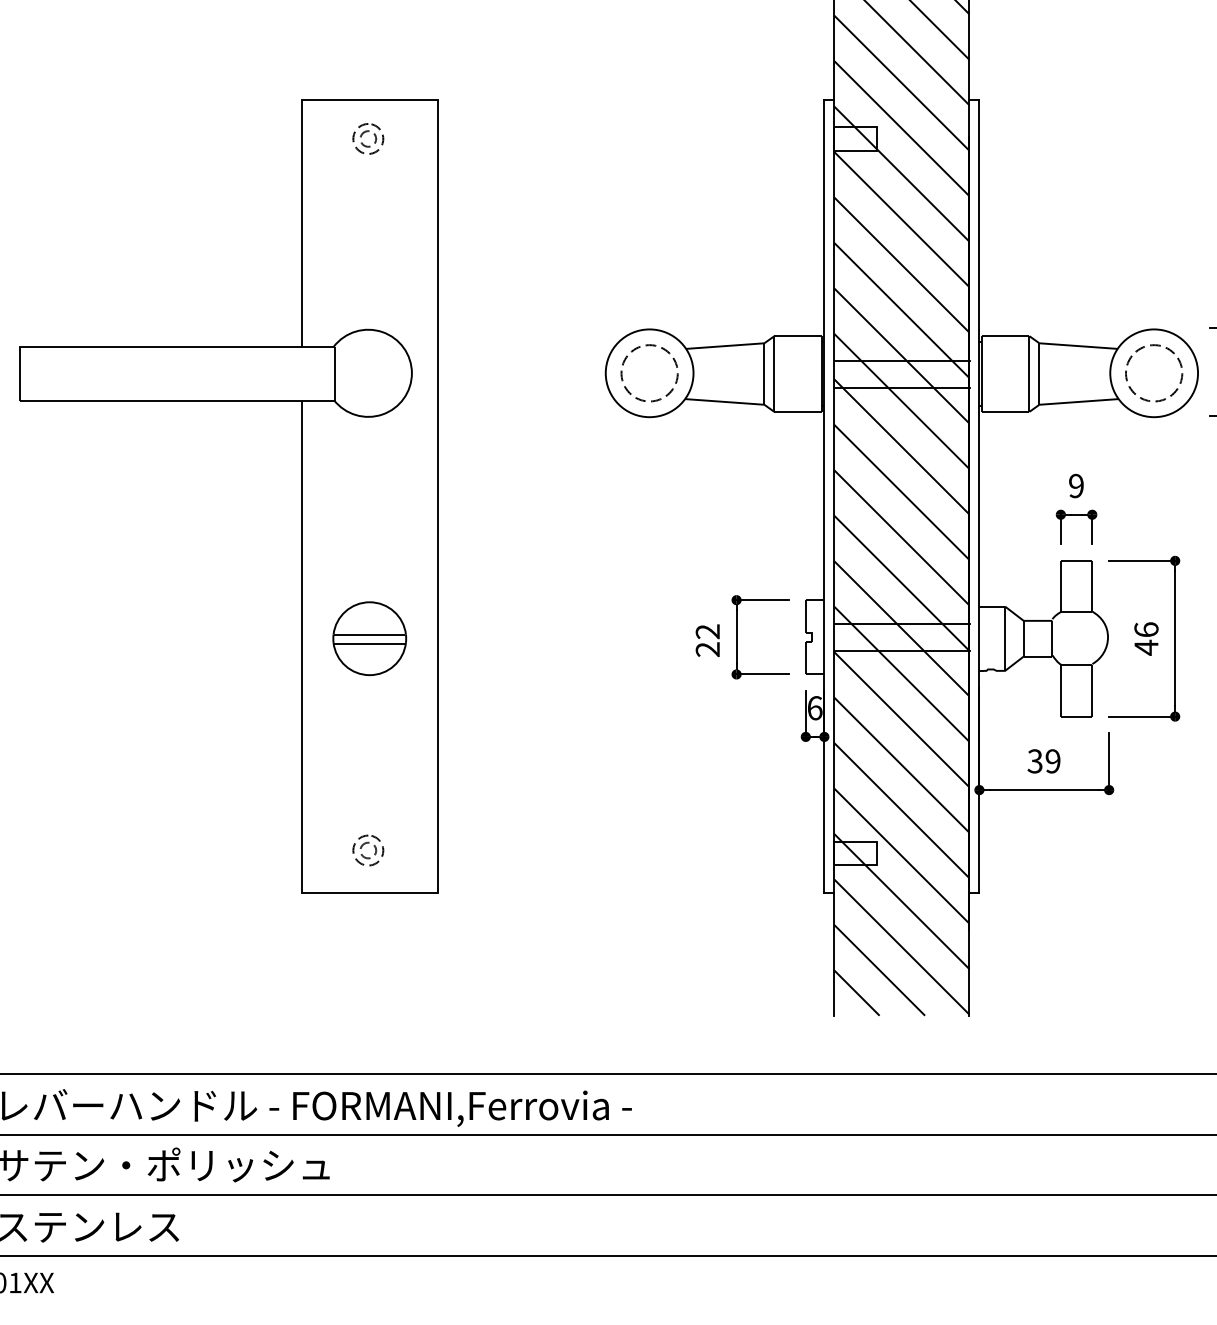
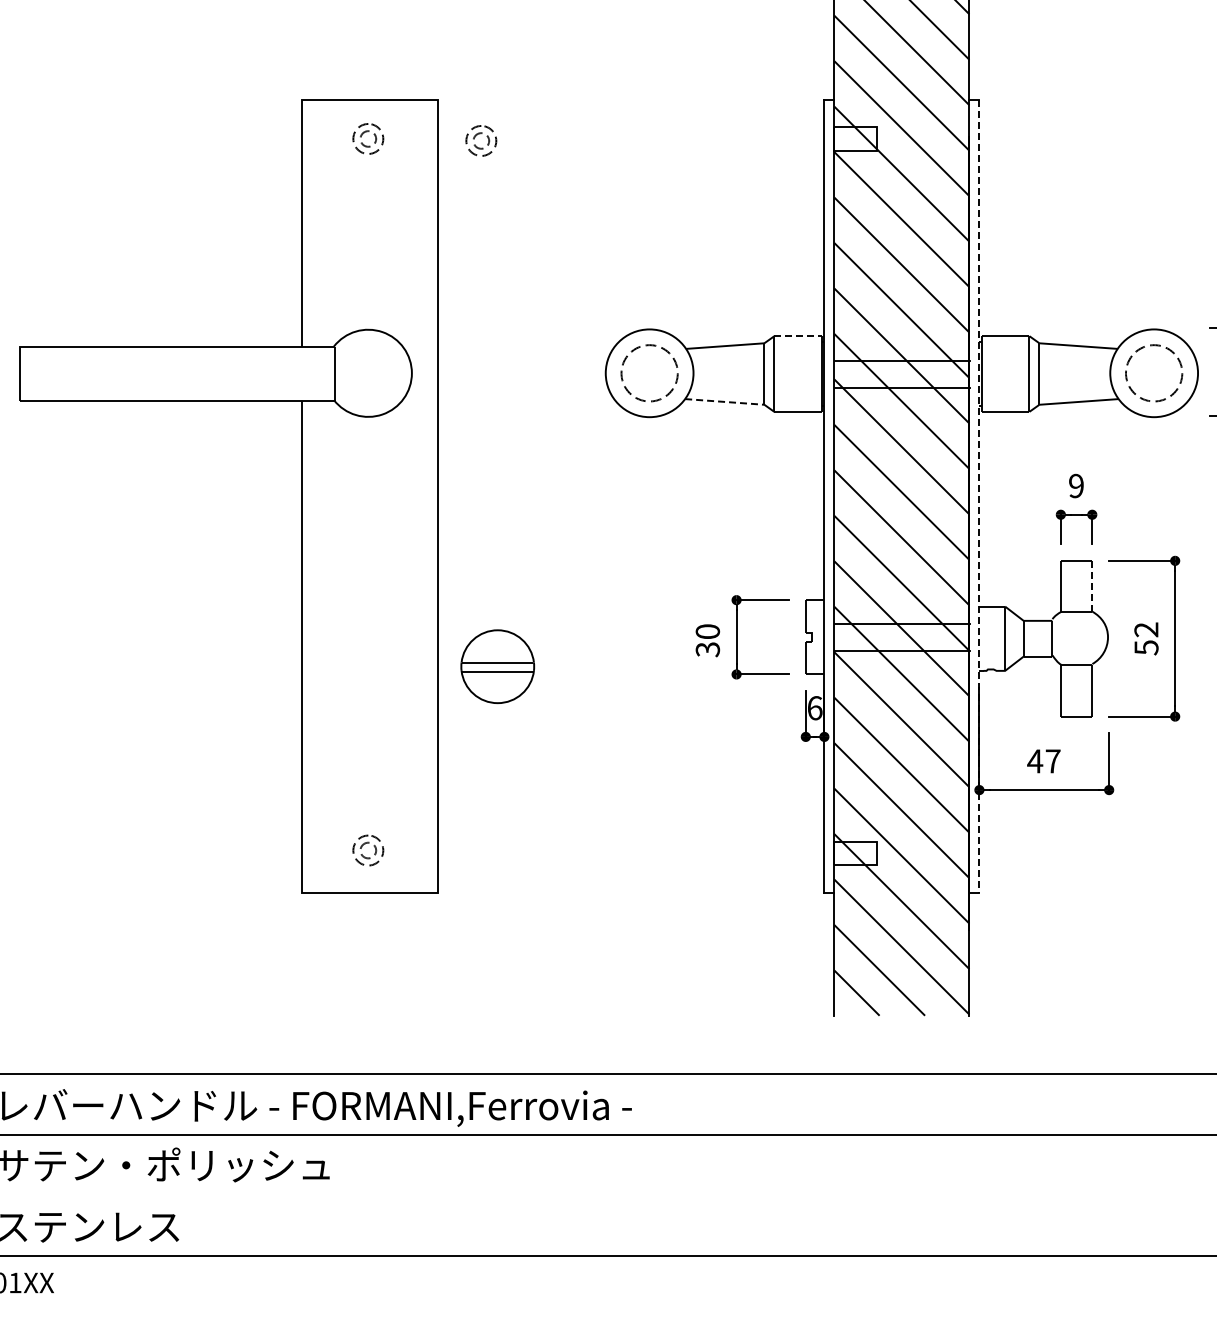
part at (480, 134): none -> present
line at (797, 336): solid -> dashed
line at (724, 401): solid -> dashed
line at (979, 496): solid -> dashed
line at (1092, 586): solid -> dashed
part at (369, 638) position: (369, 638) -> (497, 666)
text at (1146, 638): 46 -> 52
text at (707, 640): 22 -> 30
text at (1043, 761): 39 -> 47
line at (607, 1195): present -> none
